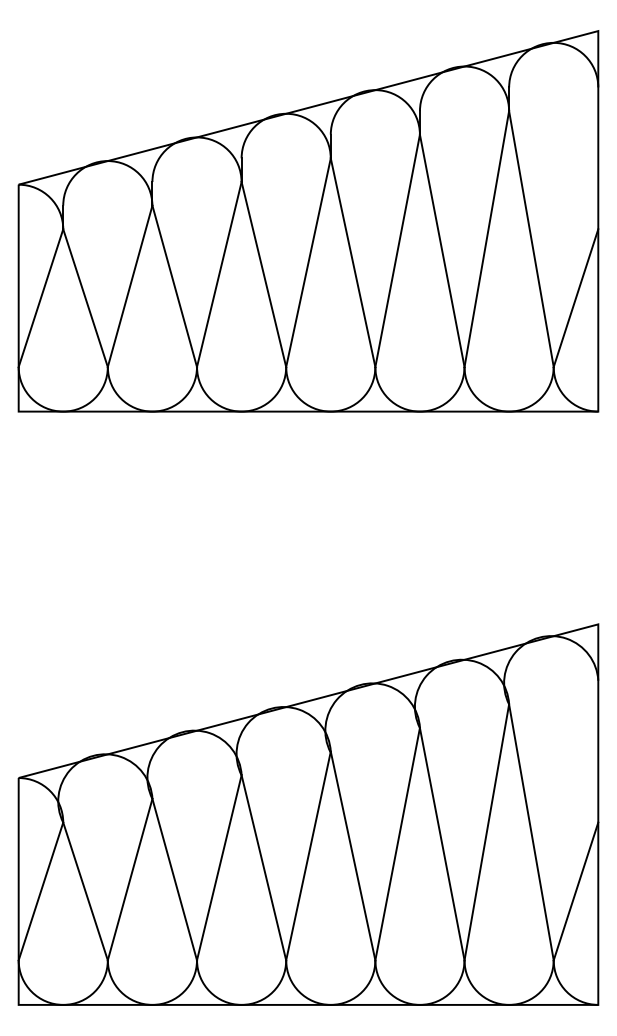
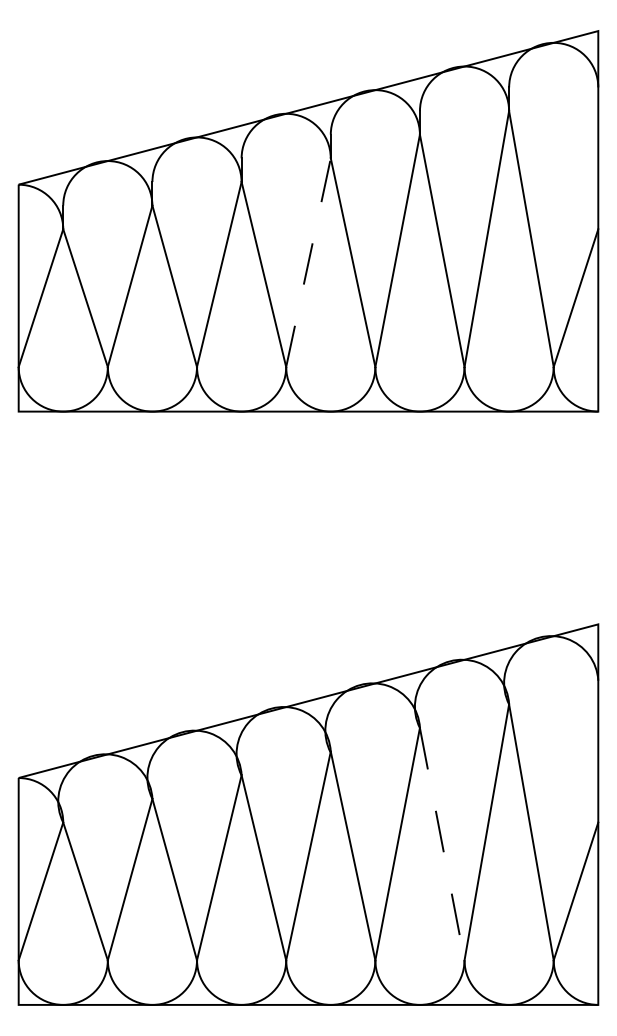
line at (308, 262): solid -> dashed
line at (442, 844): solid -> dashed
